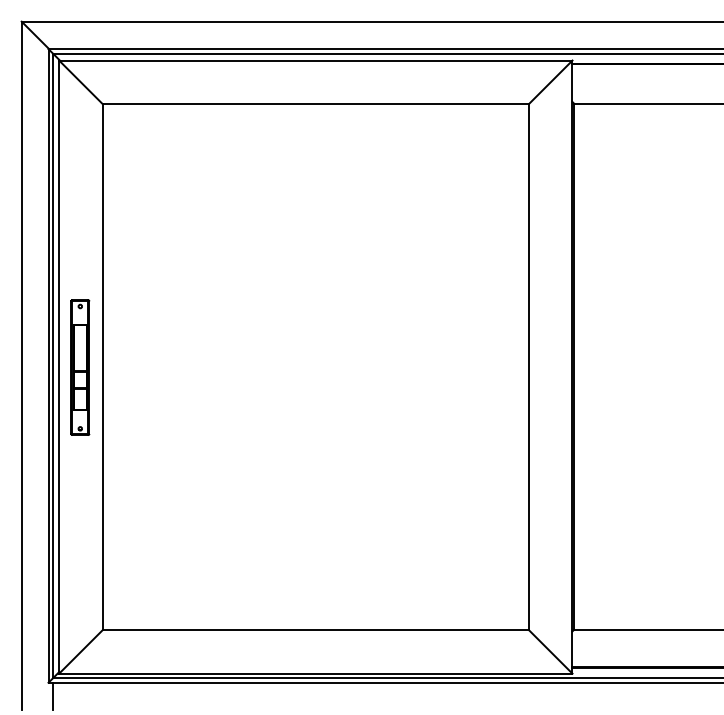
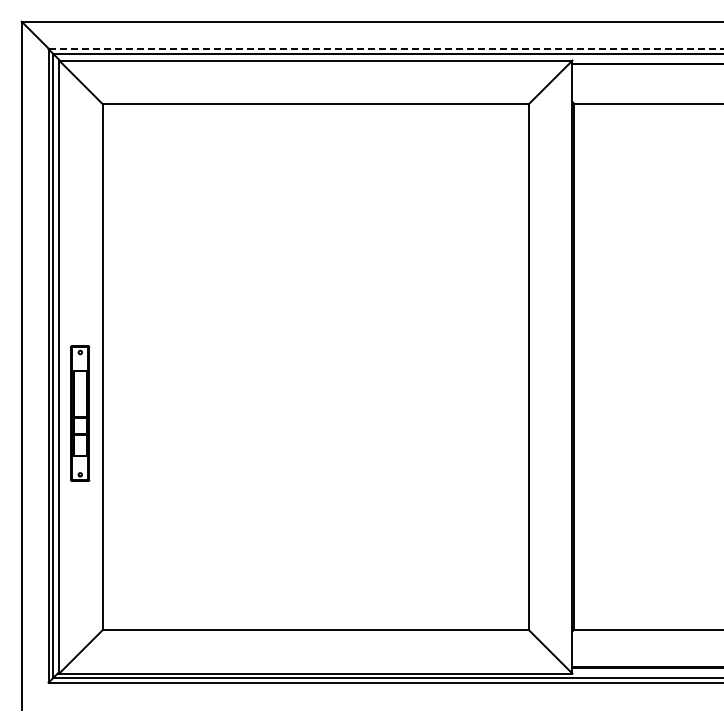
line at (386, 49): solid -> dashed
part at (80, 367) position: (80, 367) -> (80, 413)
line at (53, 695): present -> none
